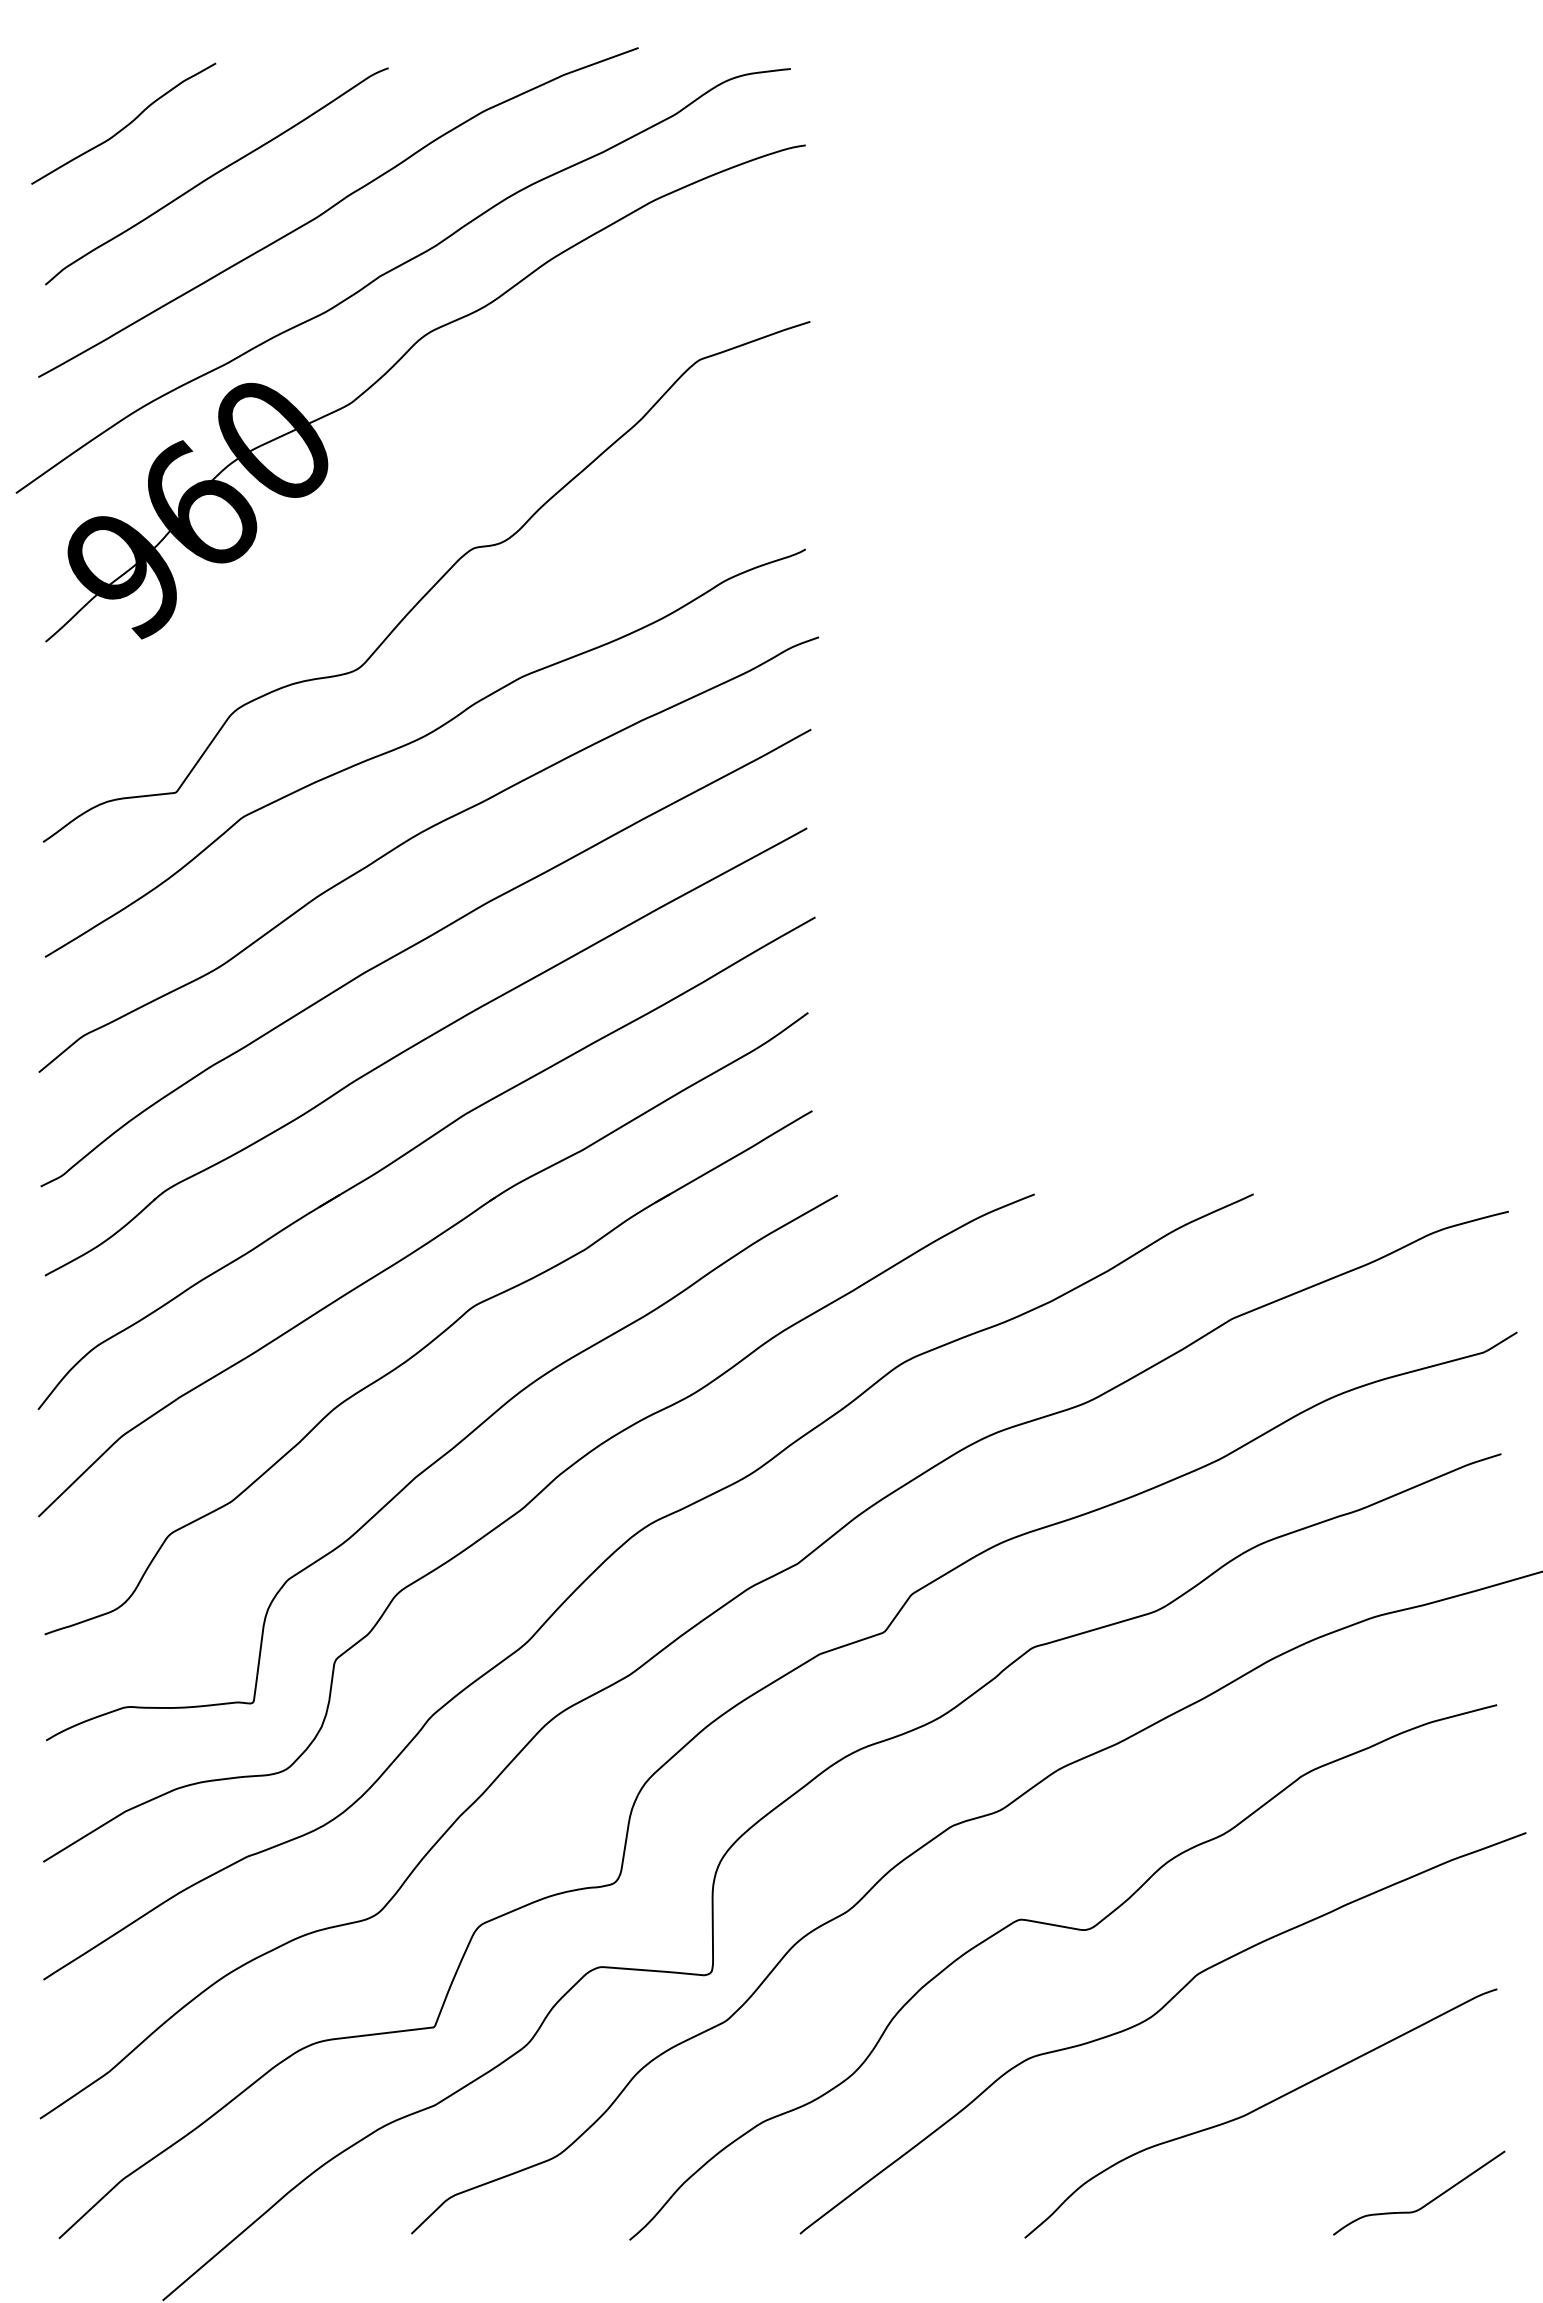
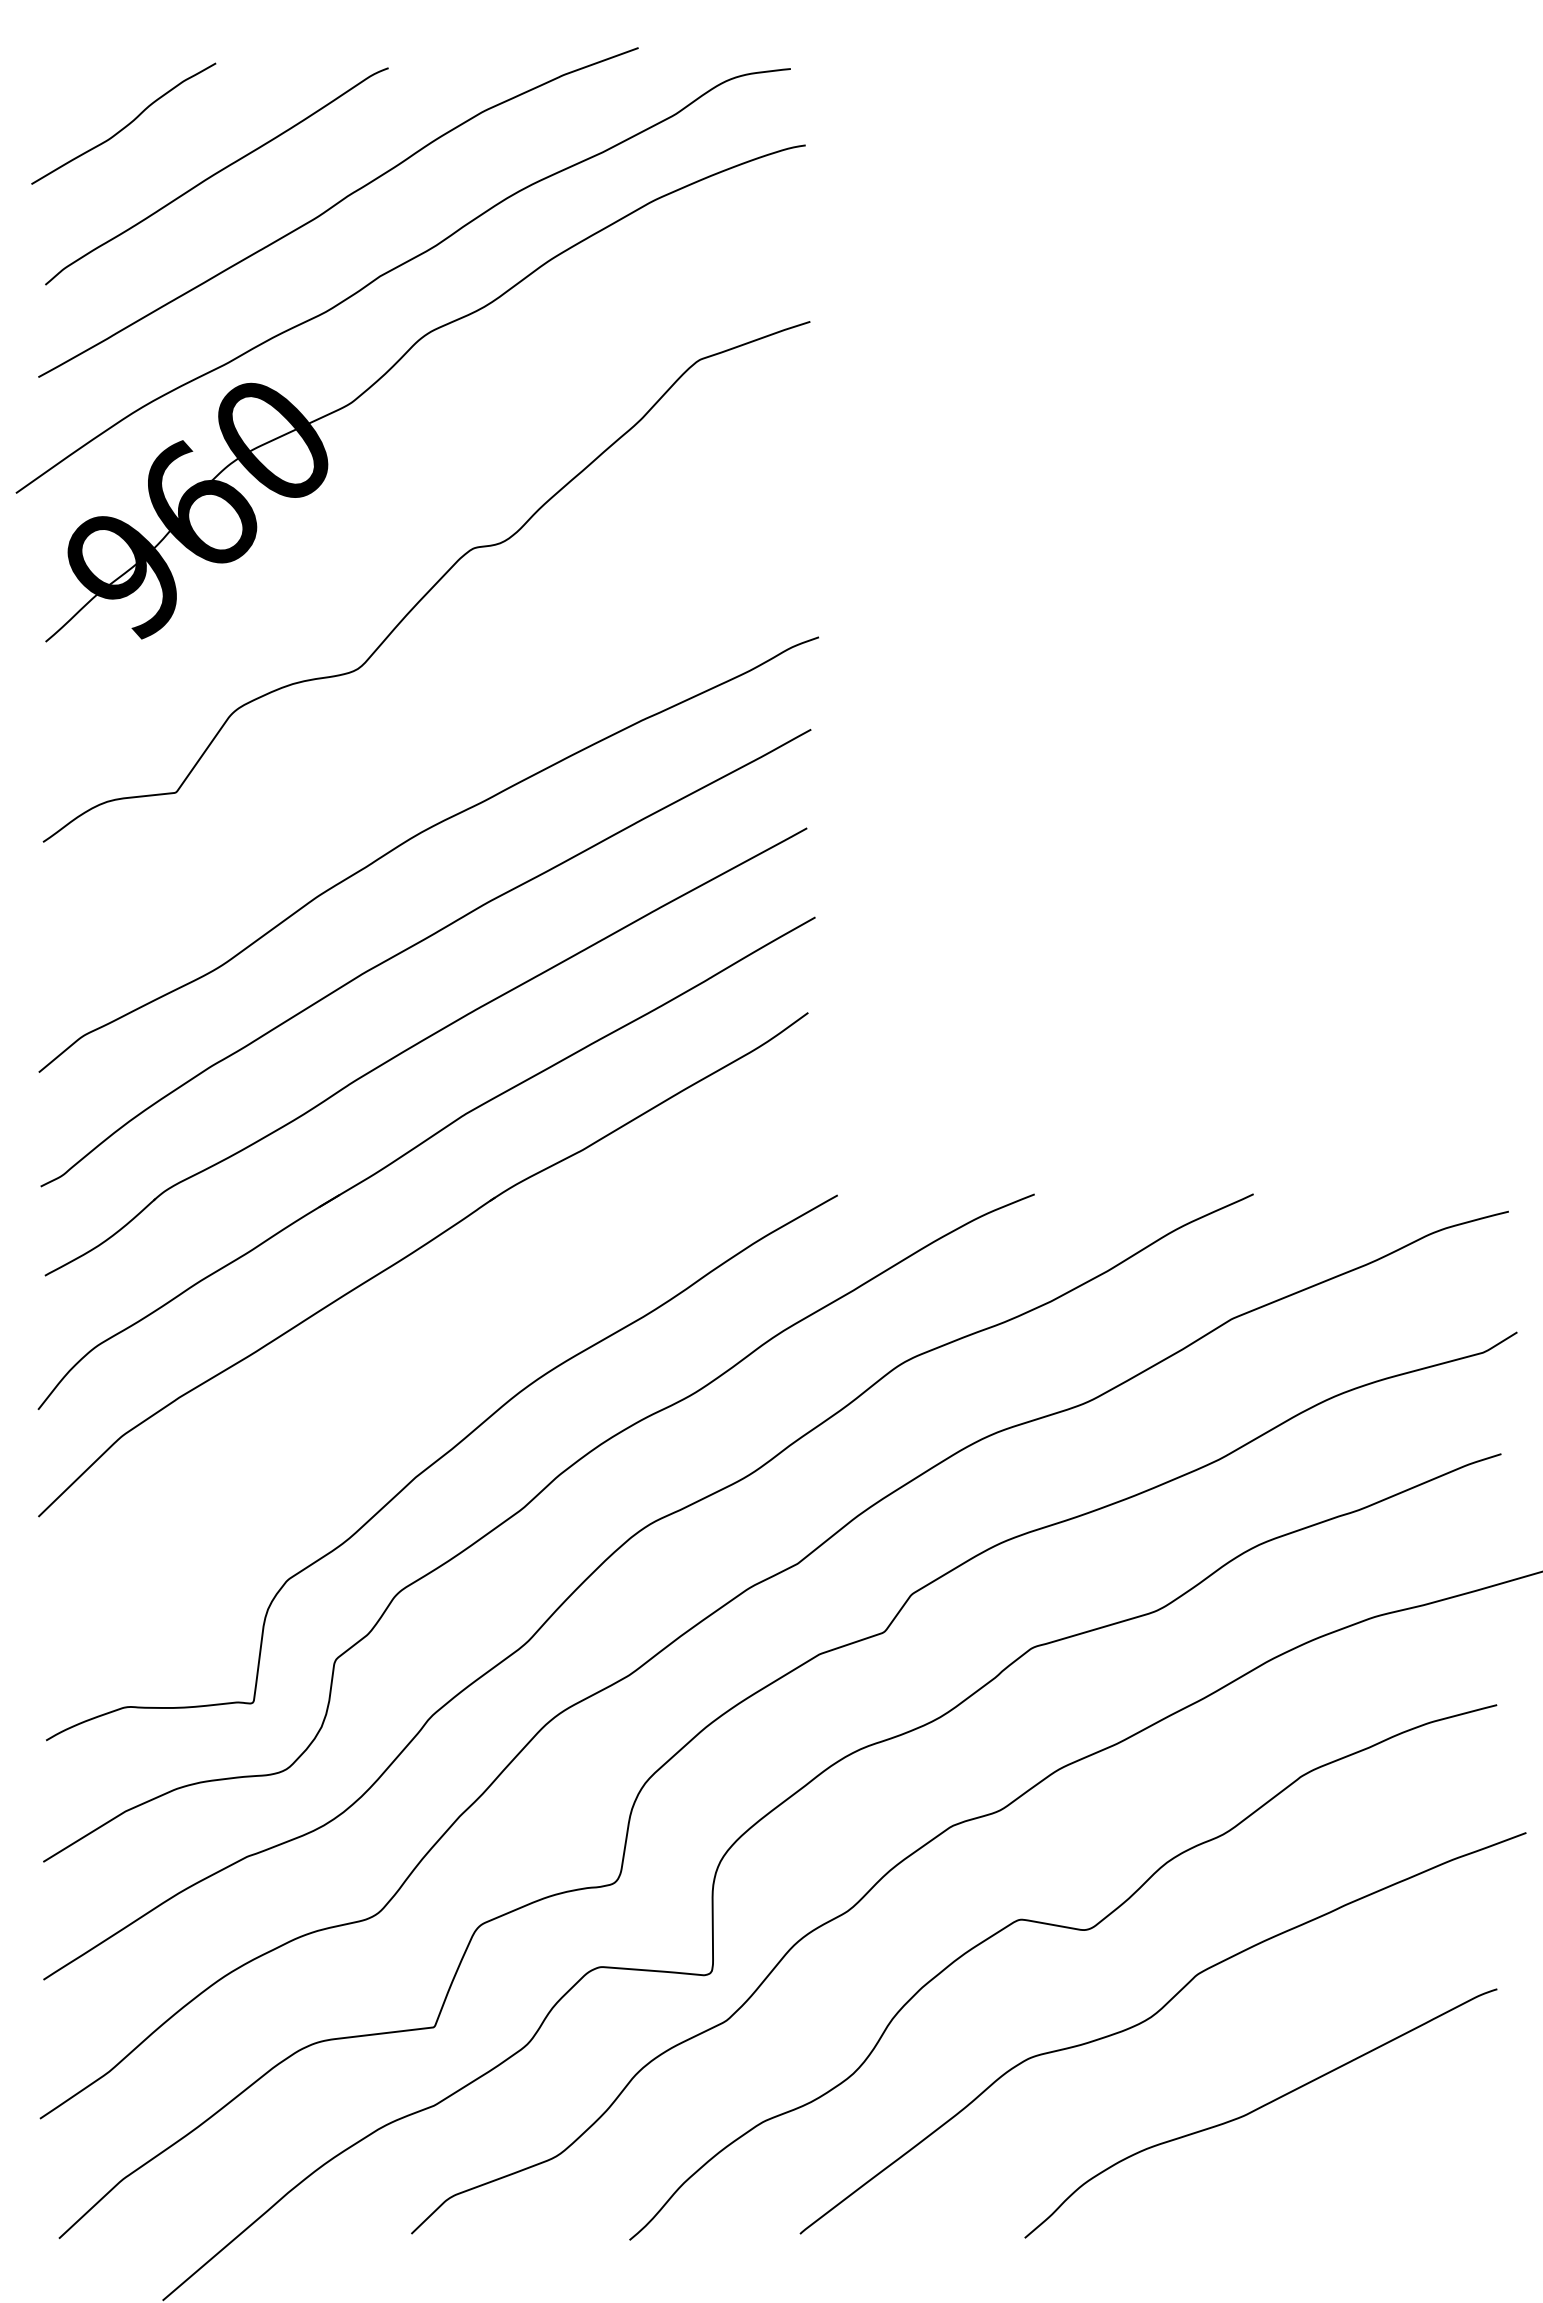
curve at (418, 740): present -> none
part at (417, 1354): present -> none
curve at (1426, 2203): present -> none
